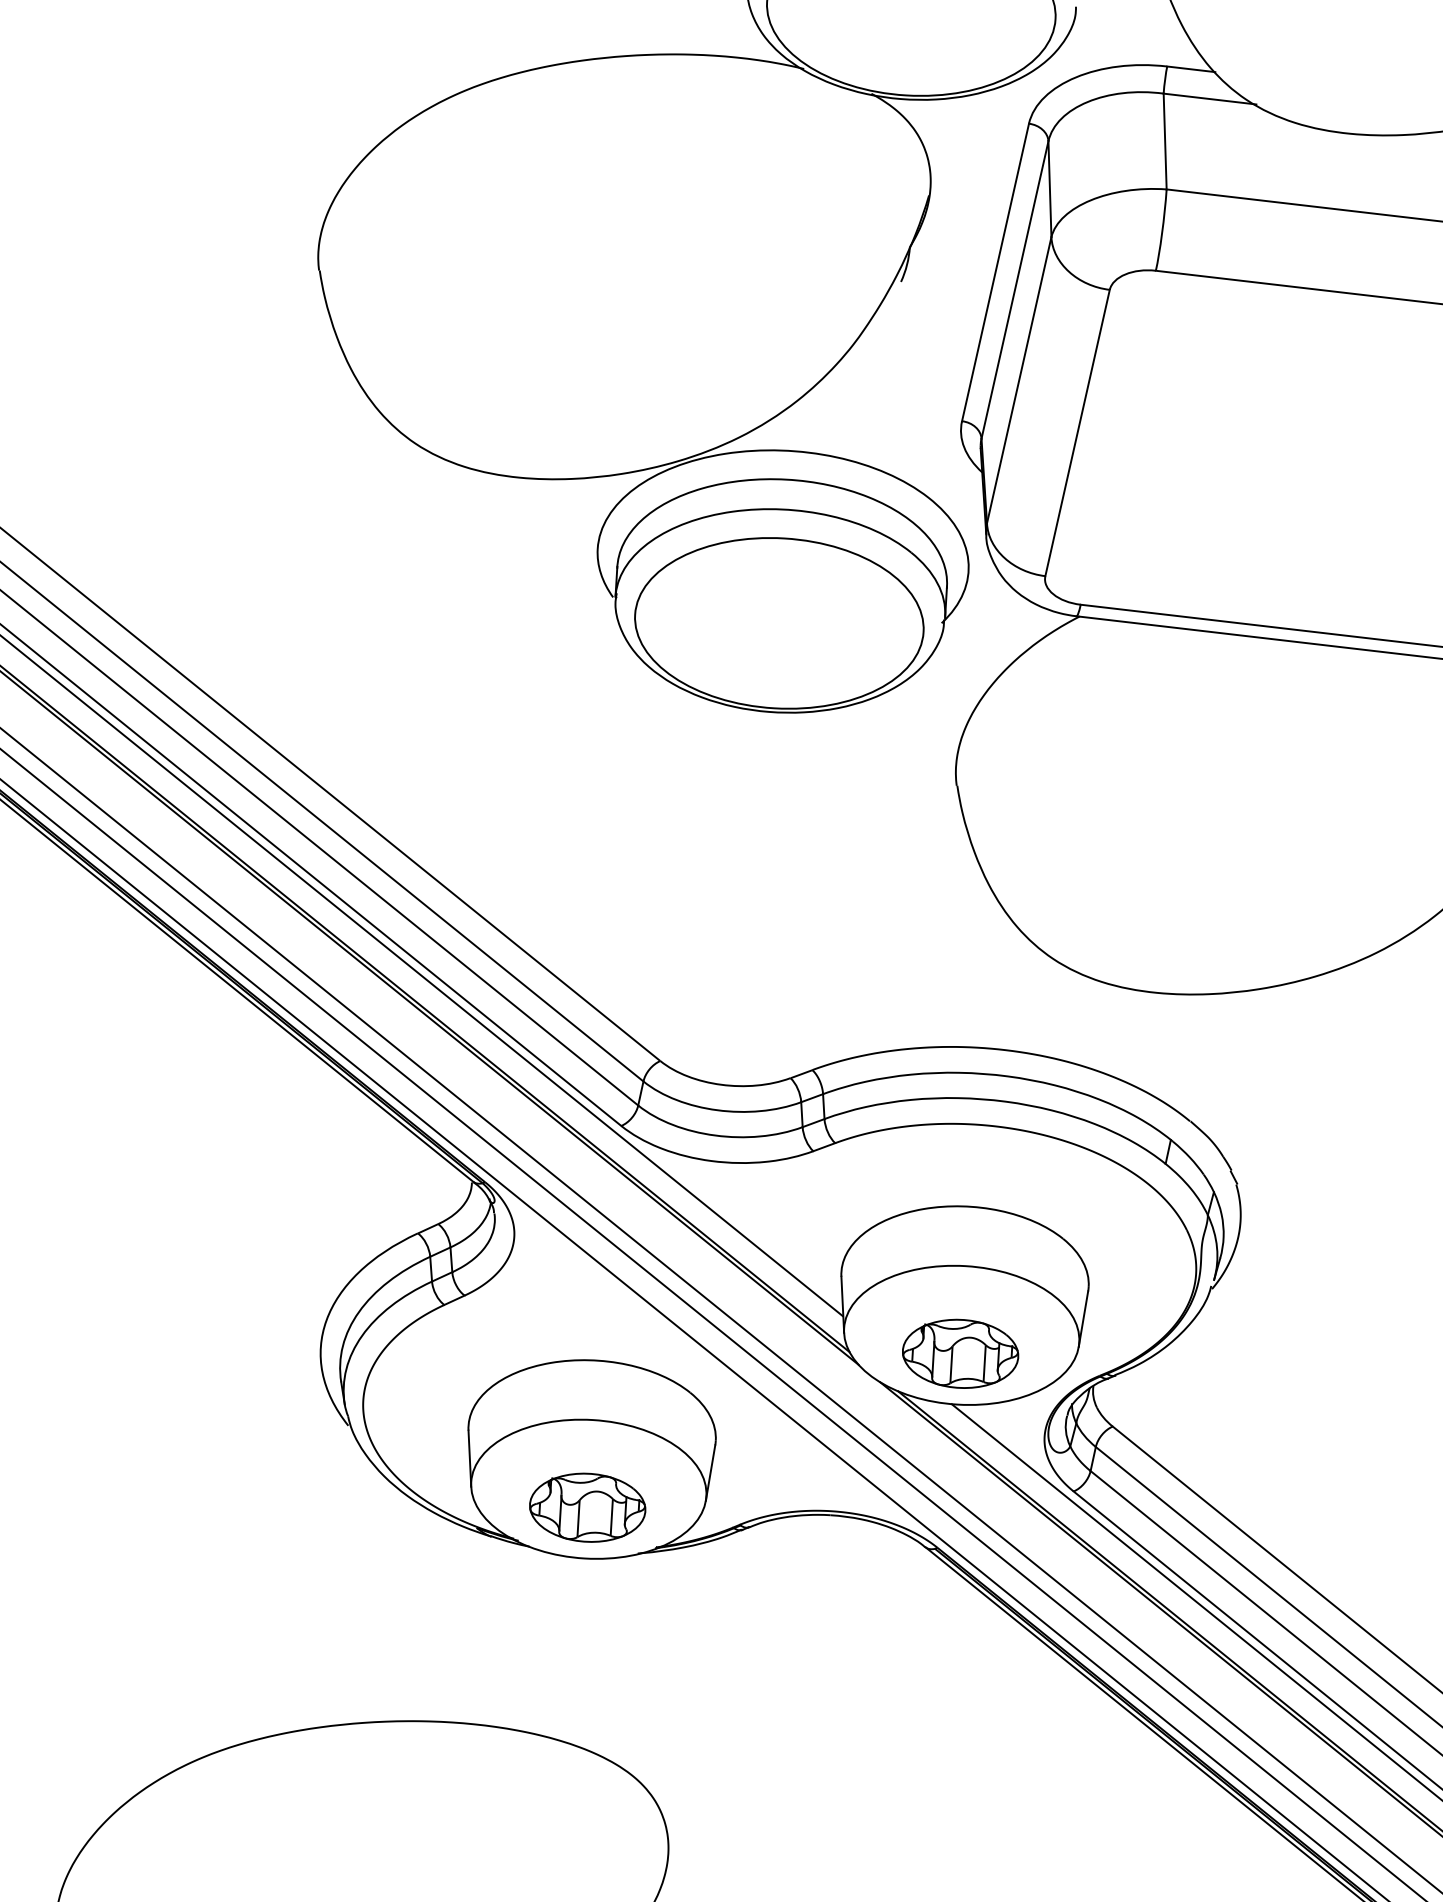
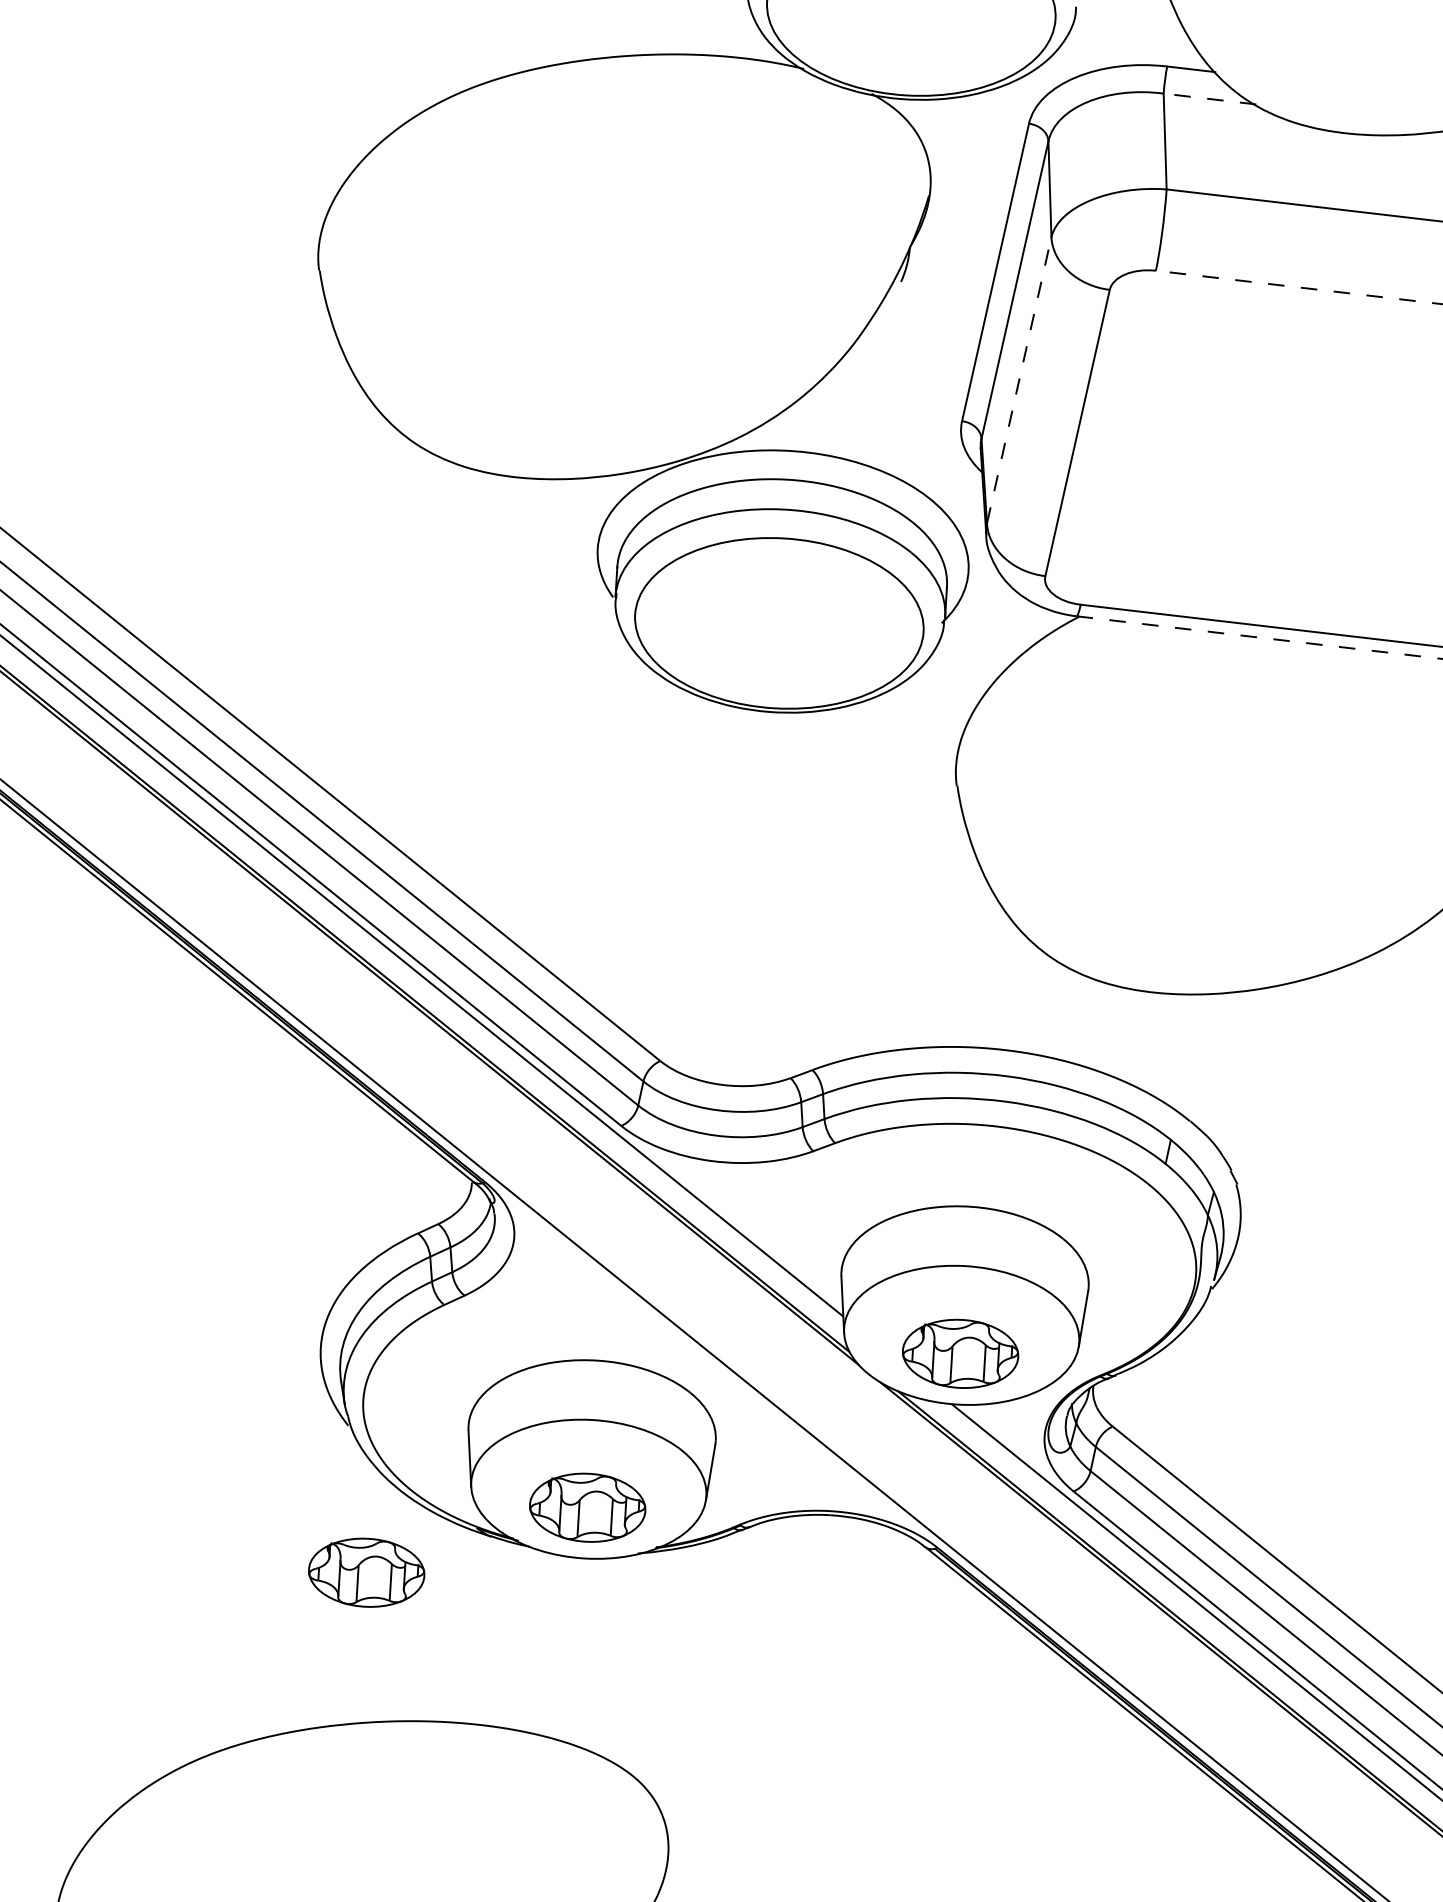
line at (1210, 99): solid -> dashed
line at (1298, 287): solid -> dashed
line at (1019, 380): solid -> dashed
line at (1260, 637): solid -> dashed
line at (720, 1310): present -> none
line at (712, 1324): present -> none
part at (366, 1572): none -> present
